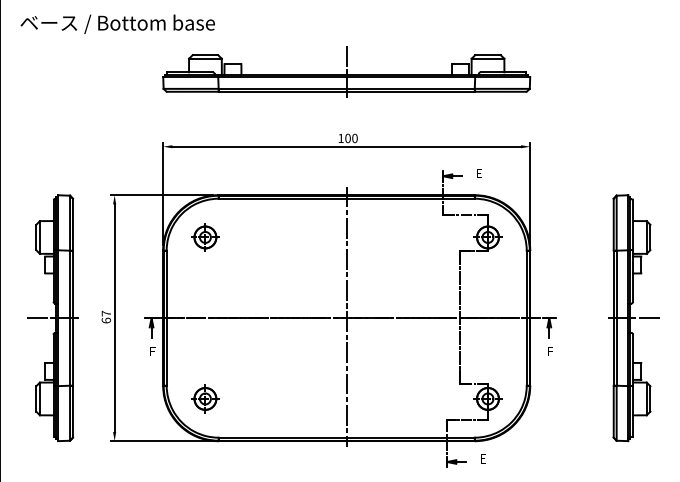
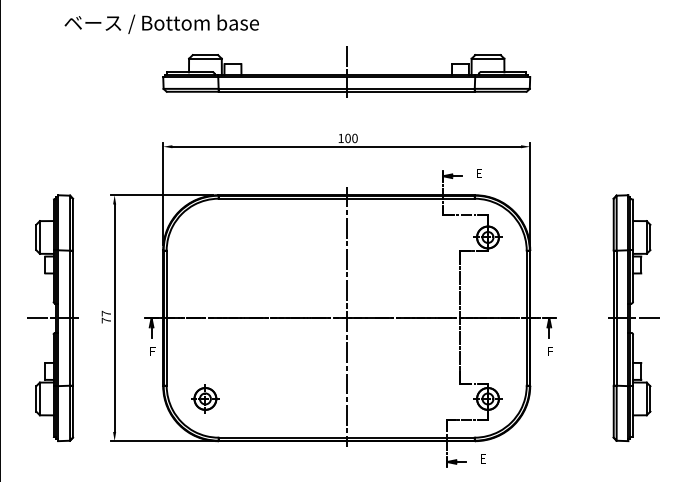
text at (117, 23) position: (117, 23) -> (161, 23)
part at (205, 237): present -> none
text at (106, 320): 67 -> 77
